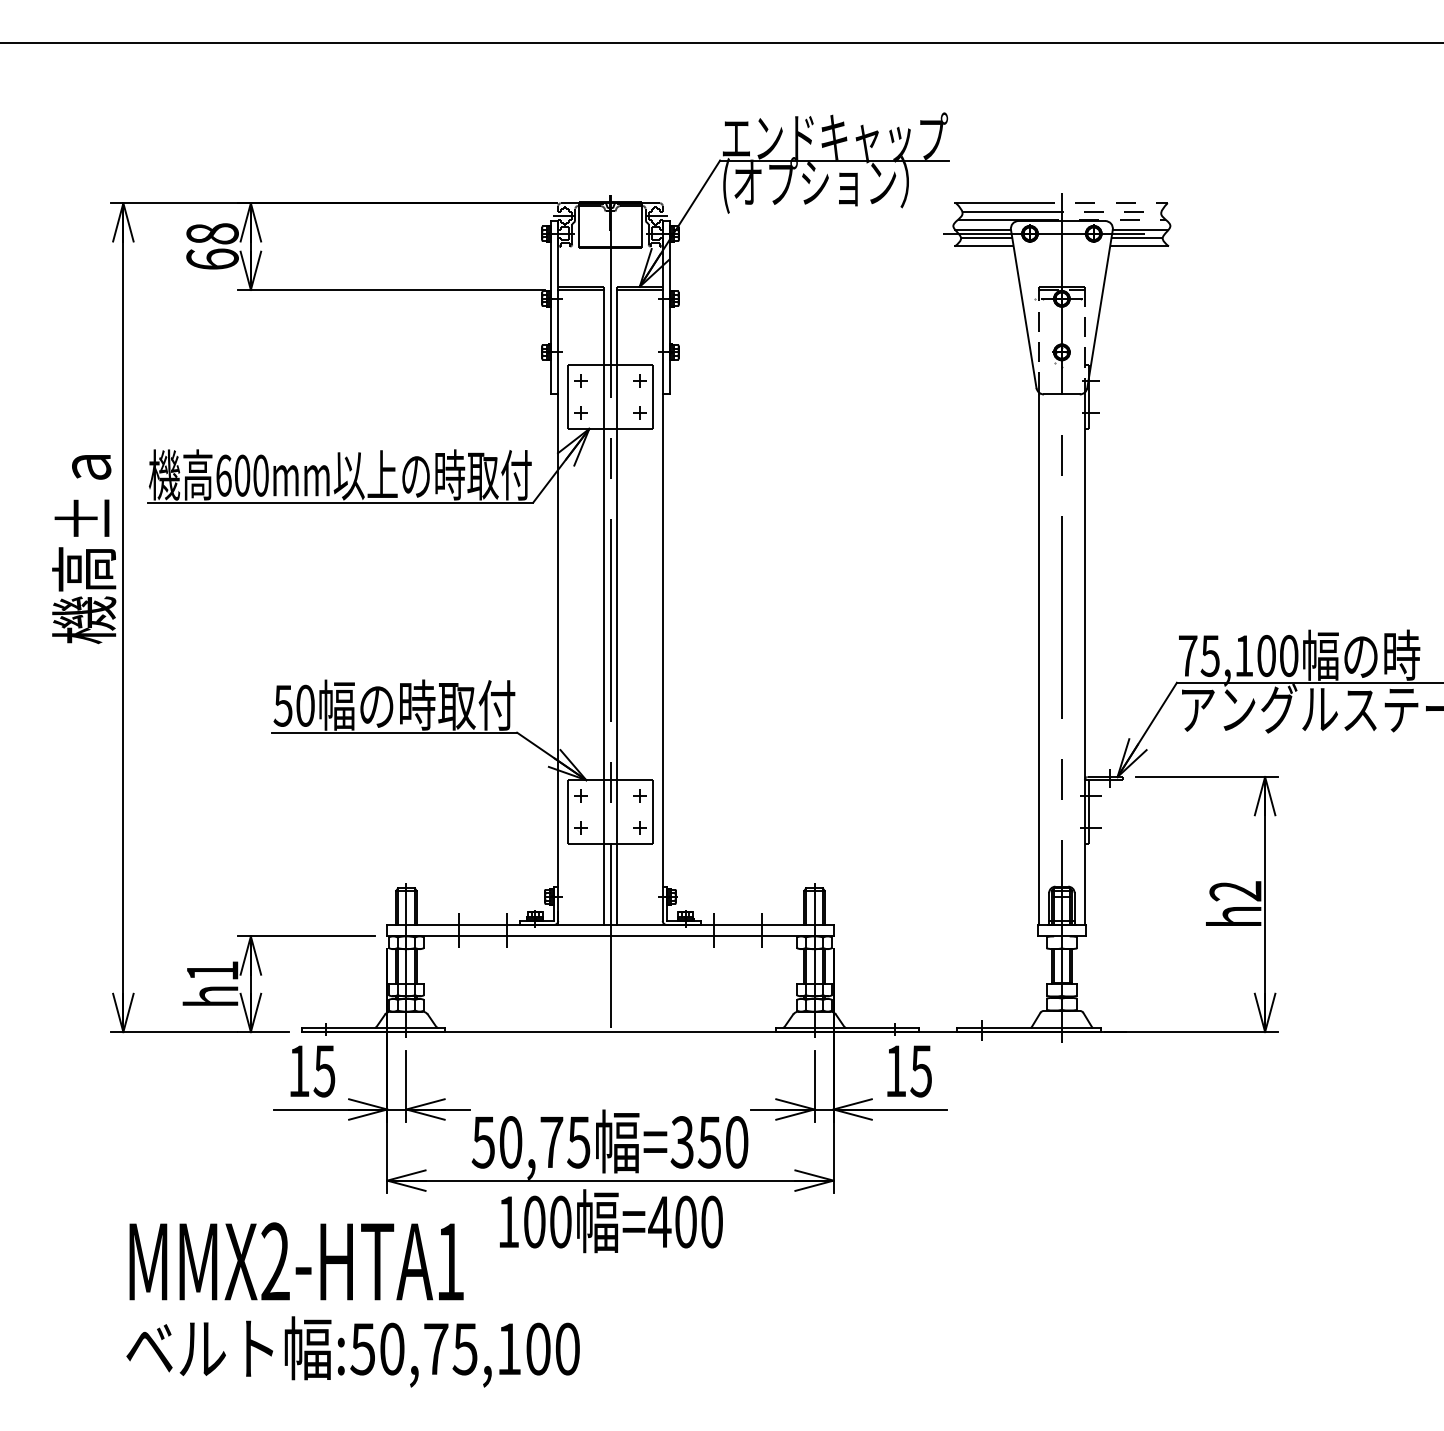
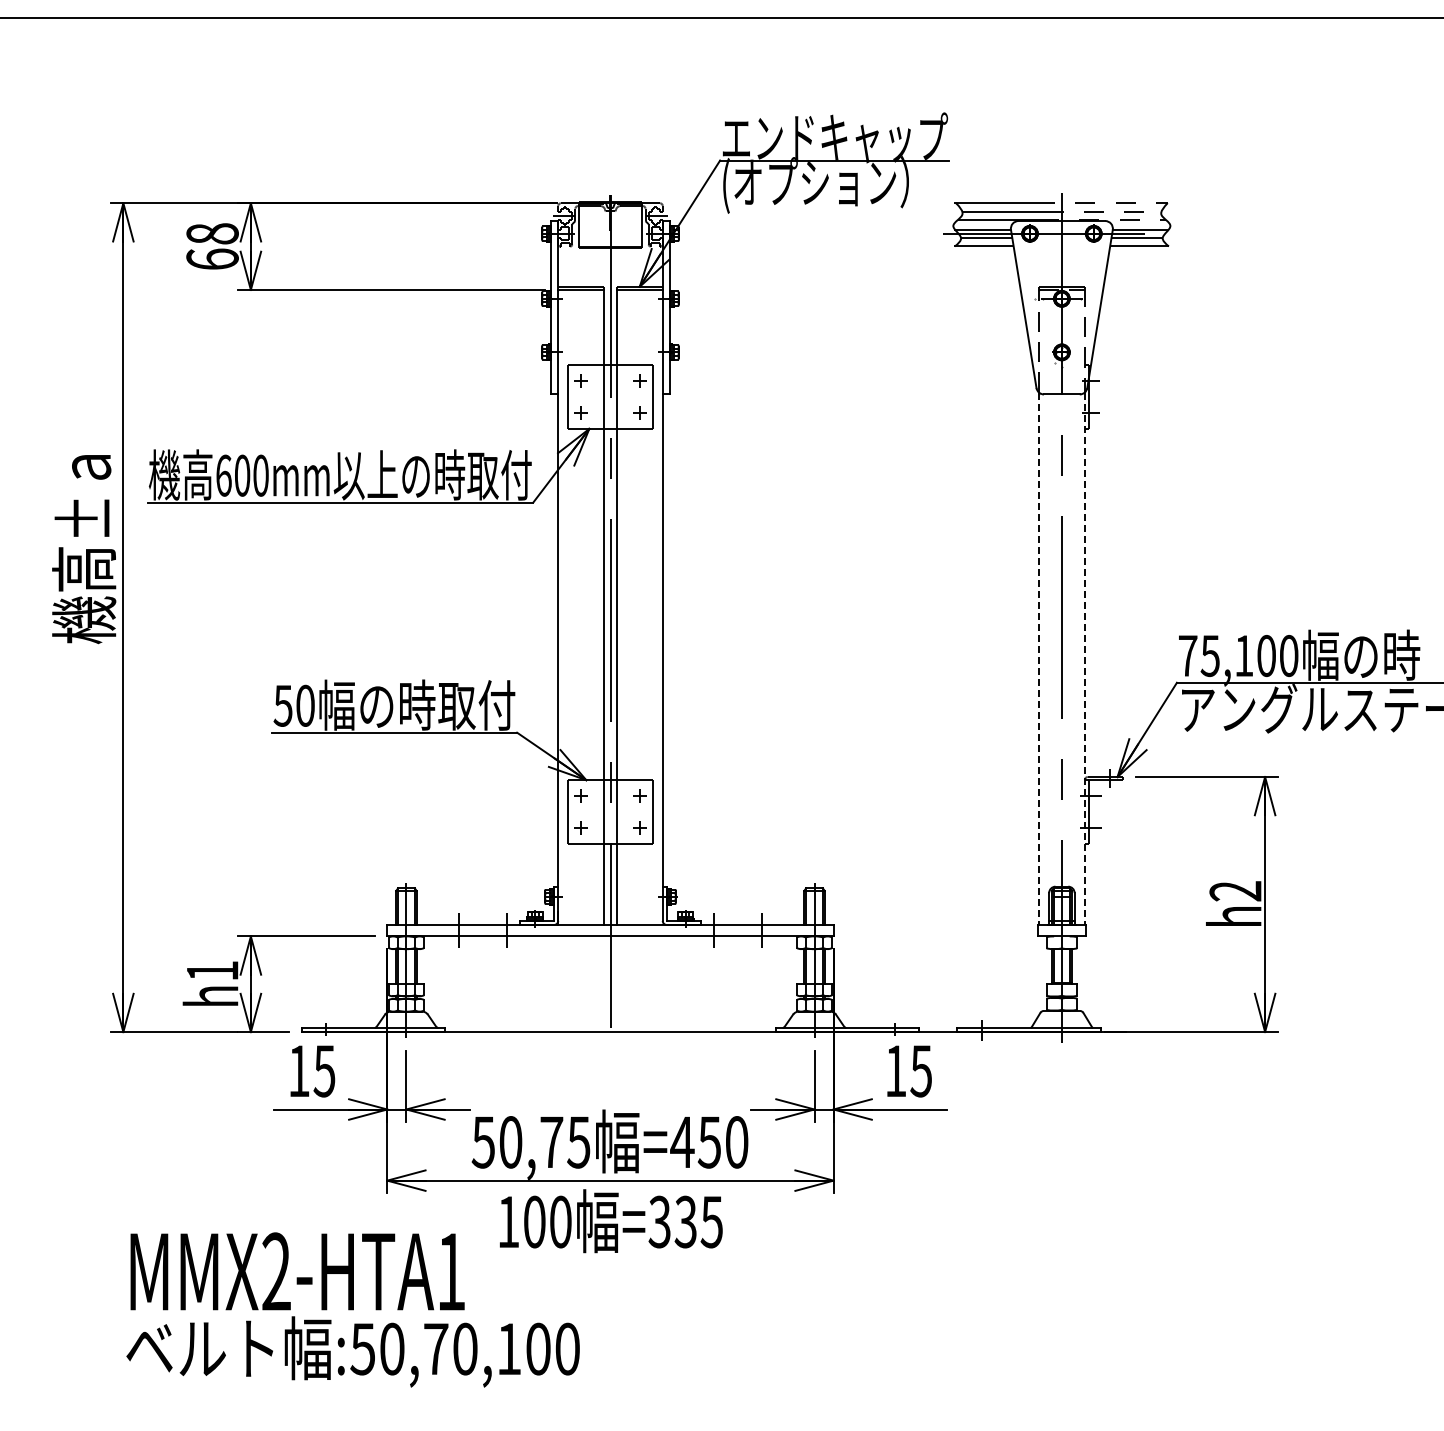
line at (721, 43) position: (721, 43) -> (721, 18)
line at (1038, 659): solid -> dashed
line at (1084, 659): solid -> dashed
text at (682, 1142): =350 -> =450
text at (685, 1221): =400 -> =335
text at (296, 1261) position: (296, 1261) -> (297, 1271)
text at (464, 1348): :50,75,100 -> :50,70,100
